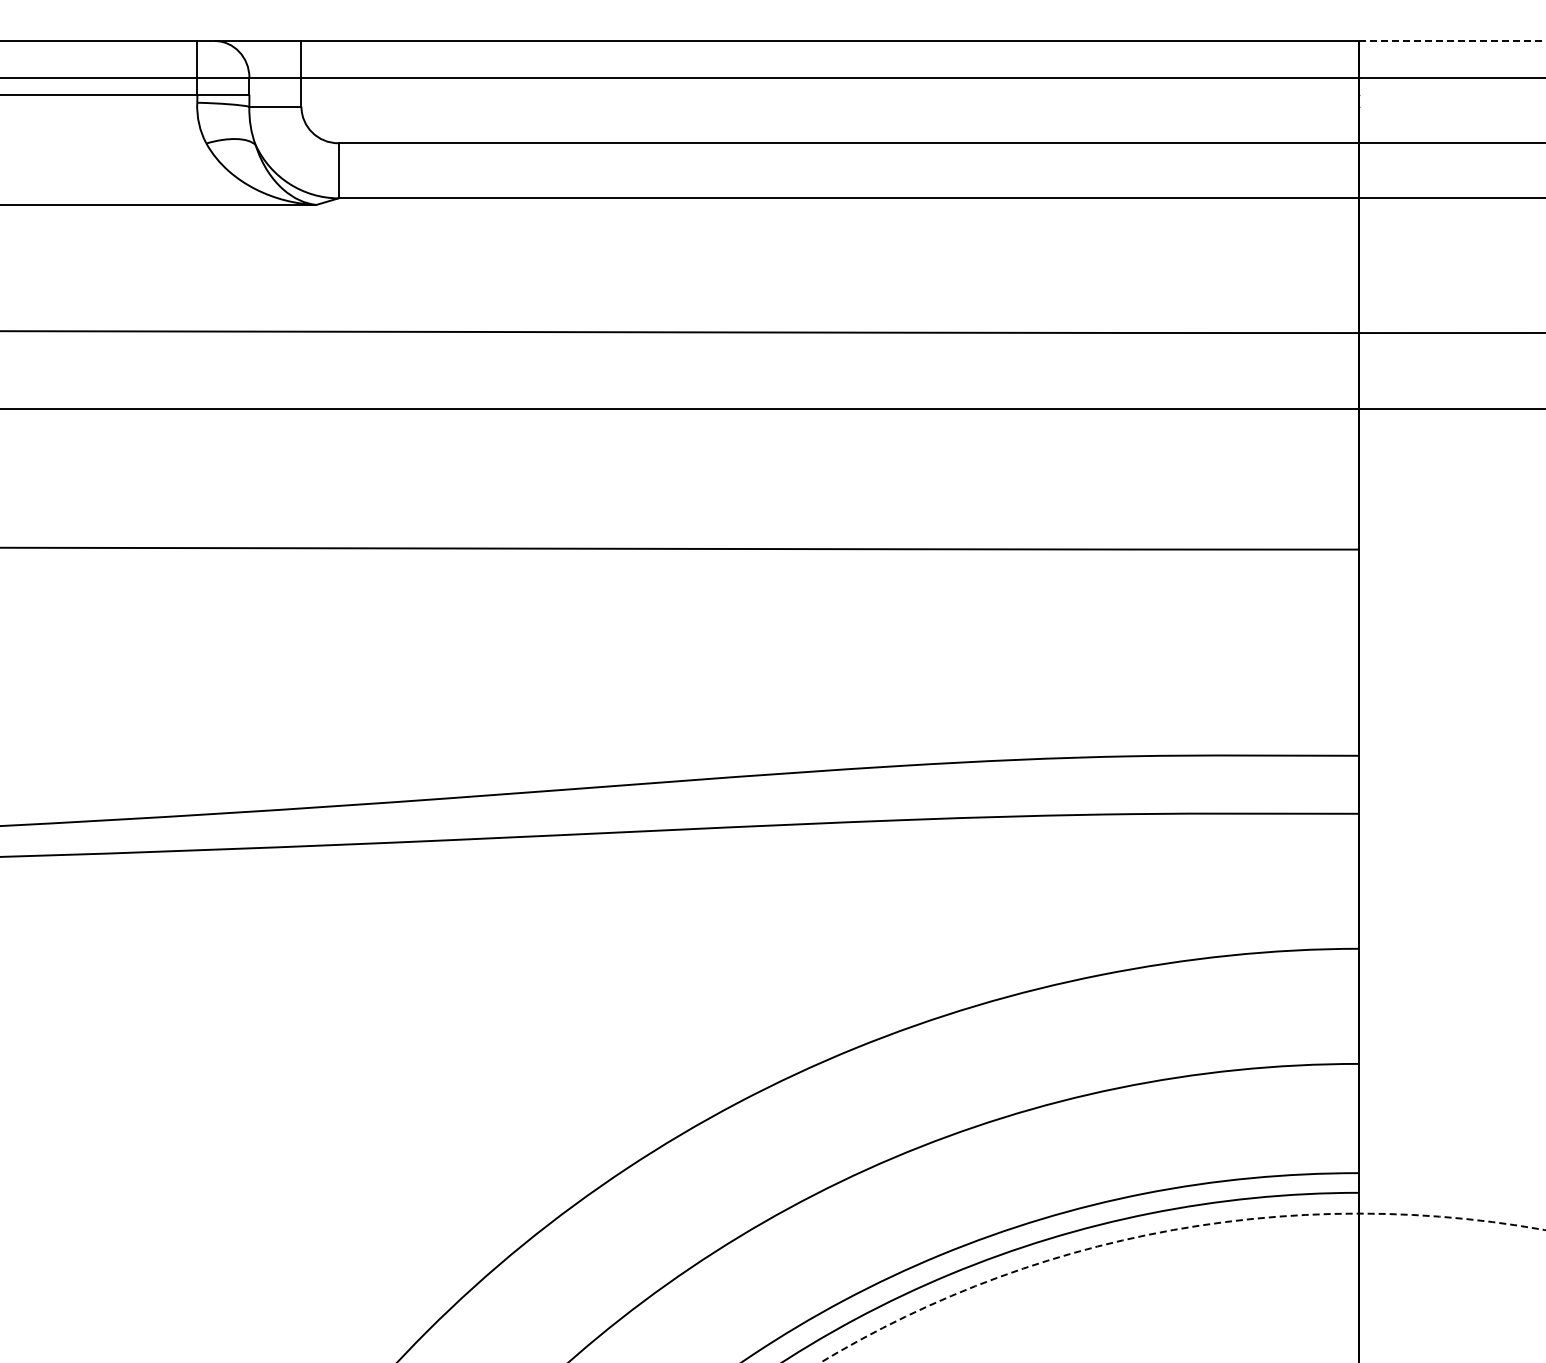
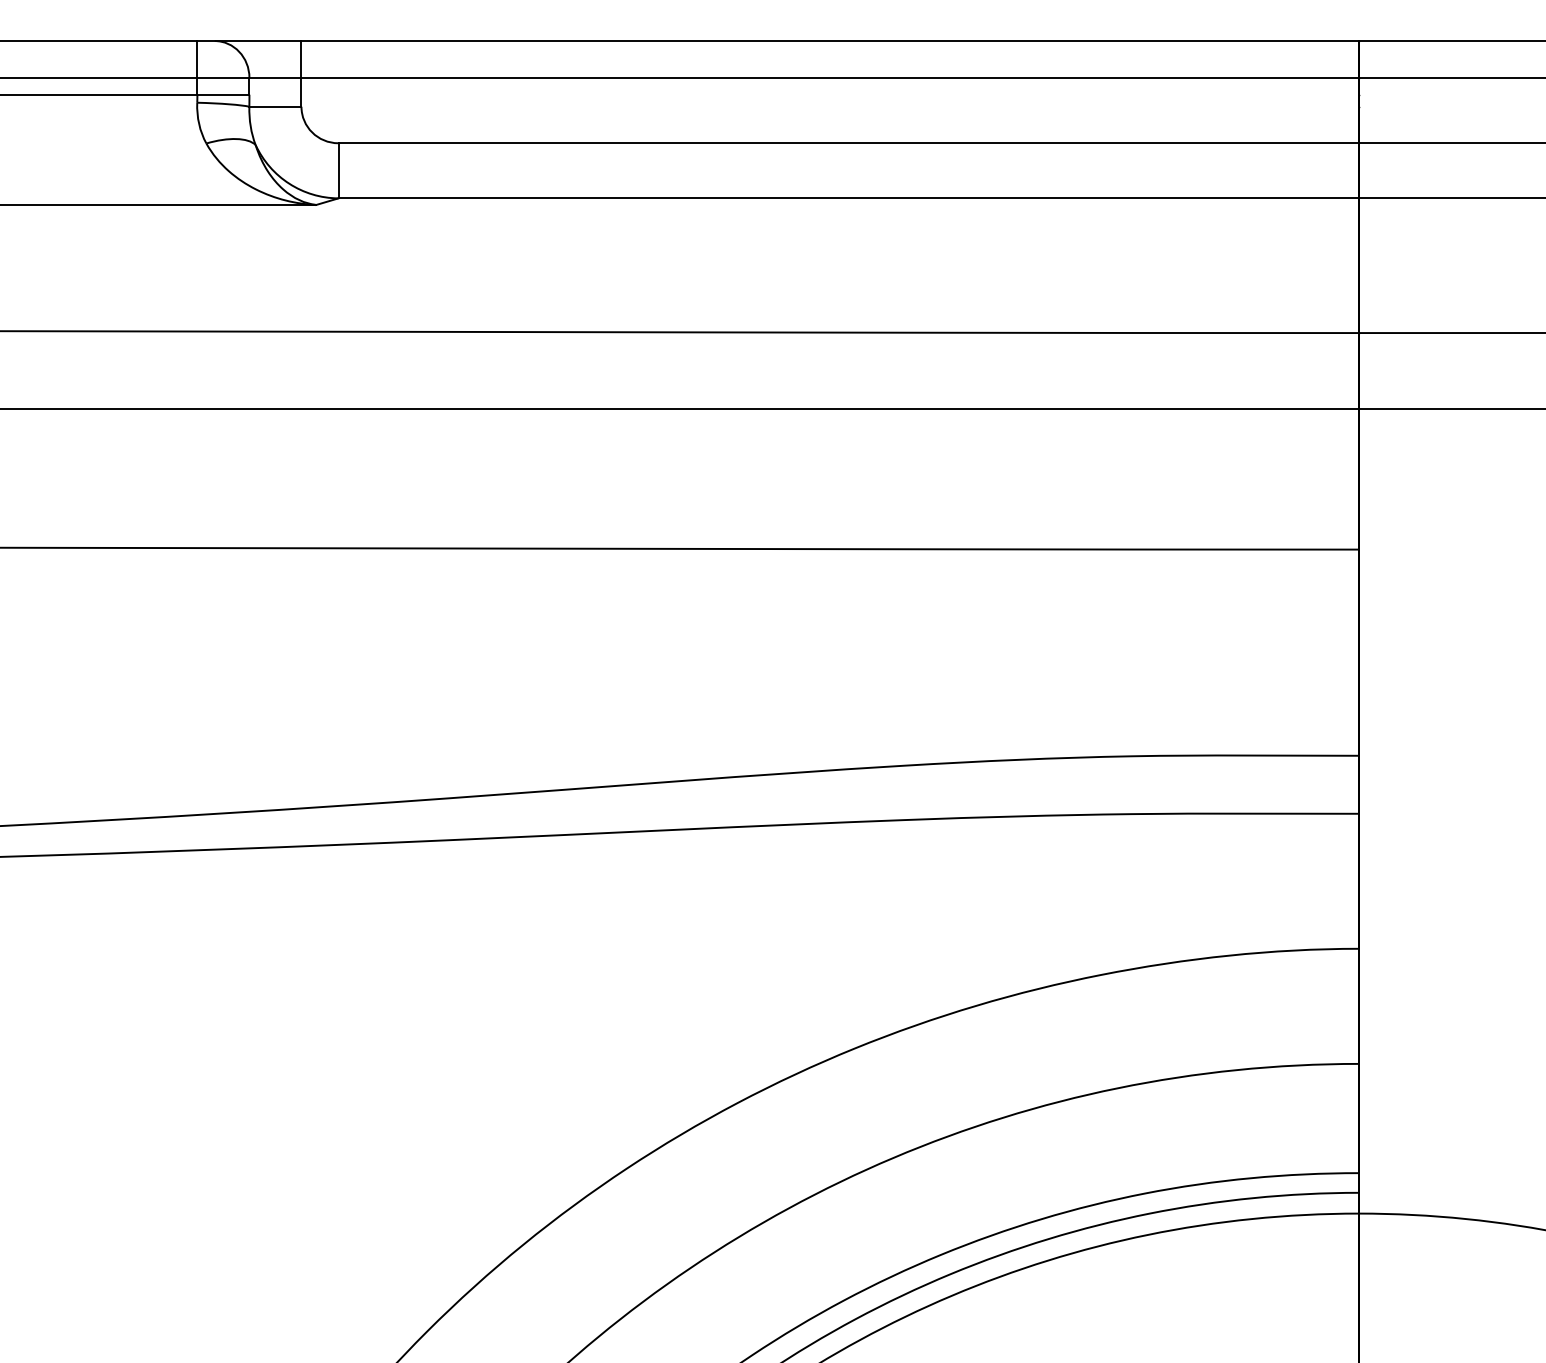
line at (1452, 41): dashed -> solid
circle at (1182, 1287): dashed -> solid
